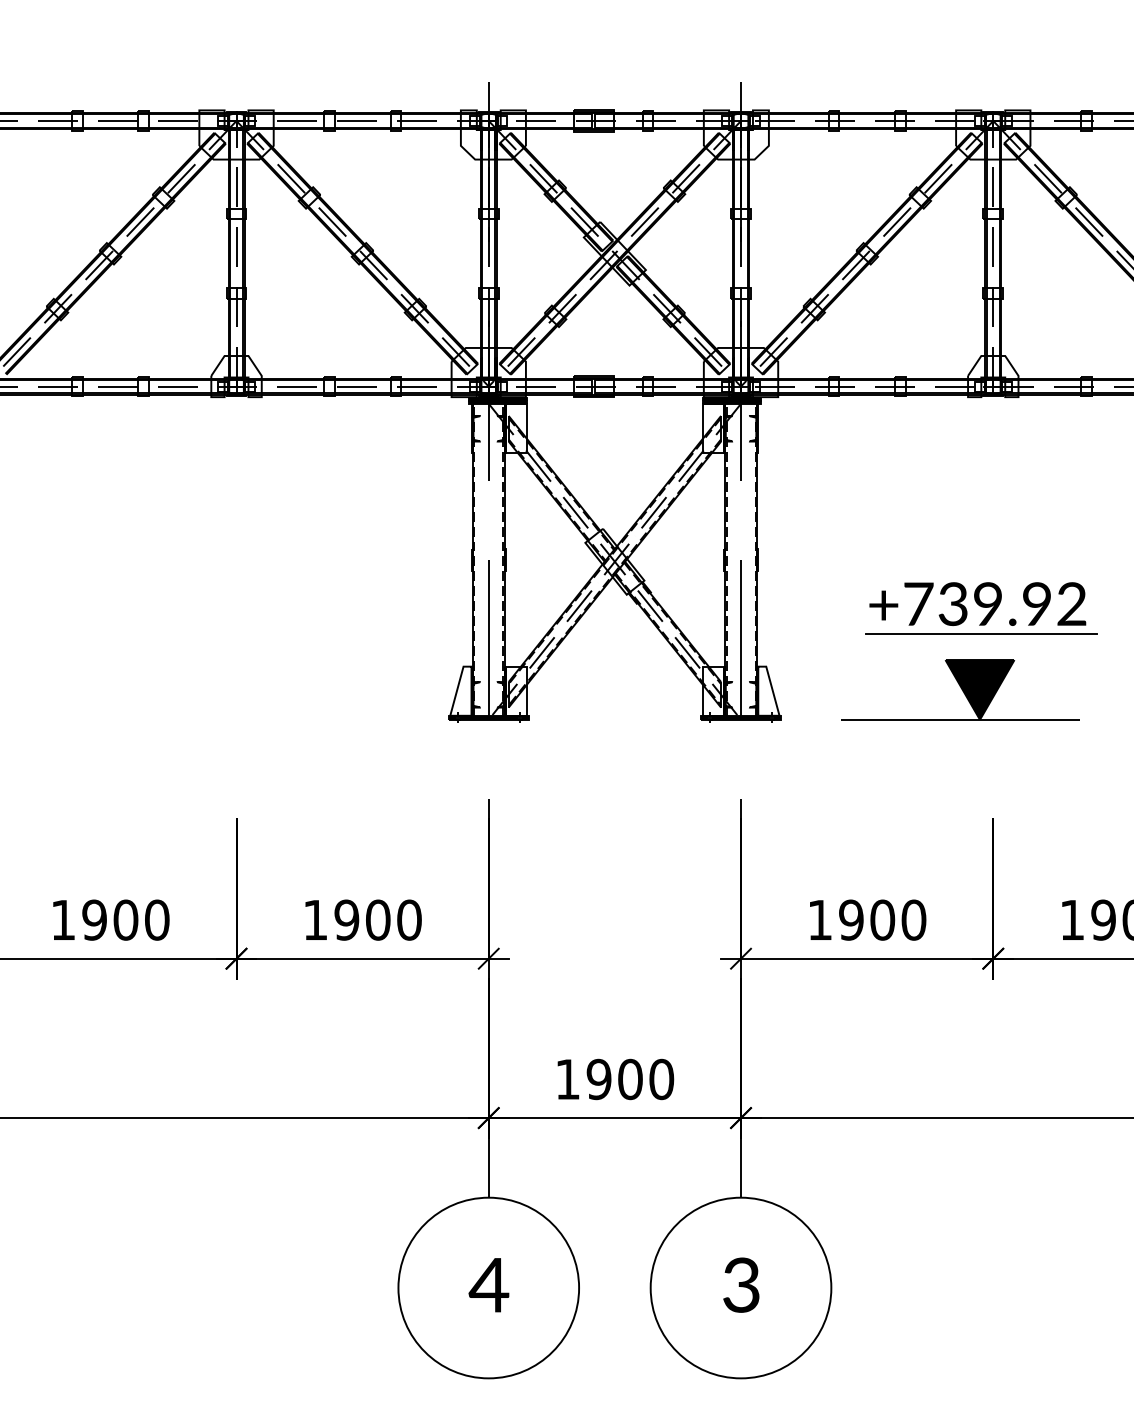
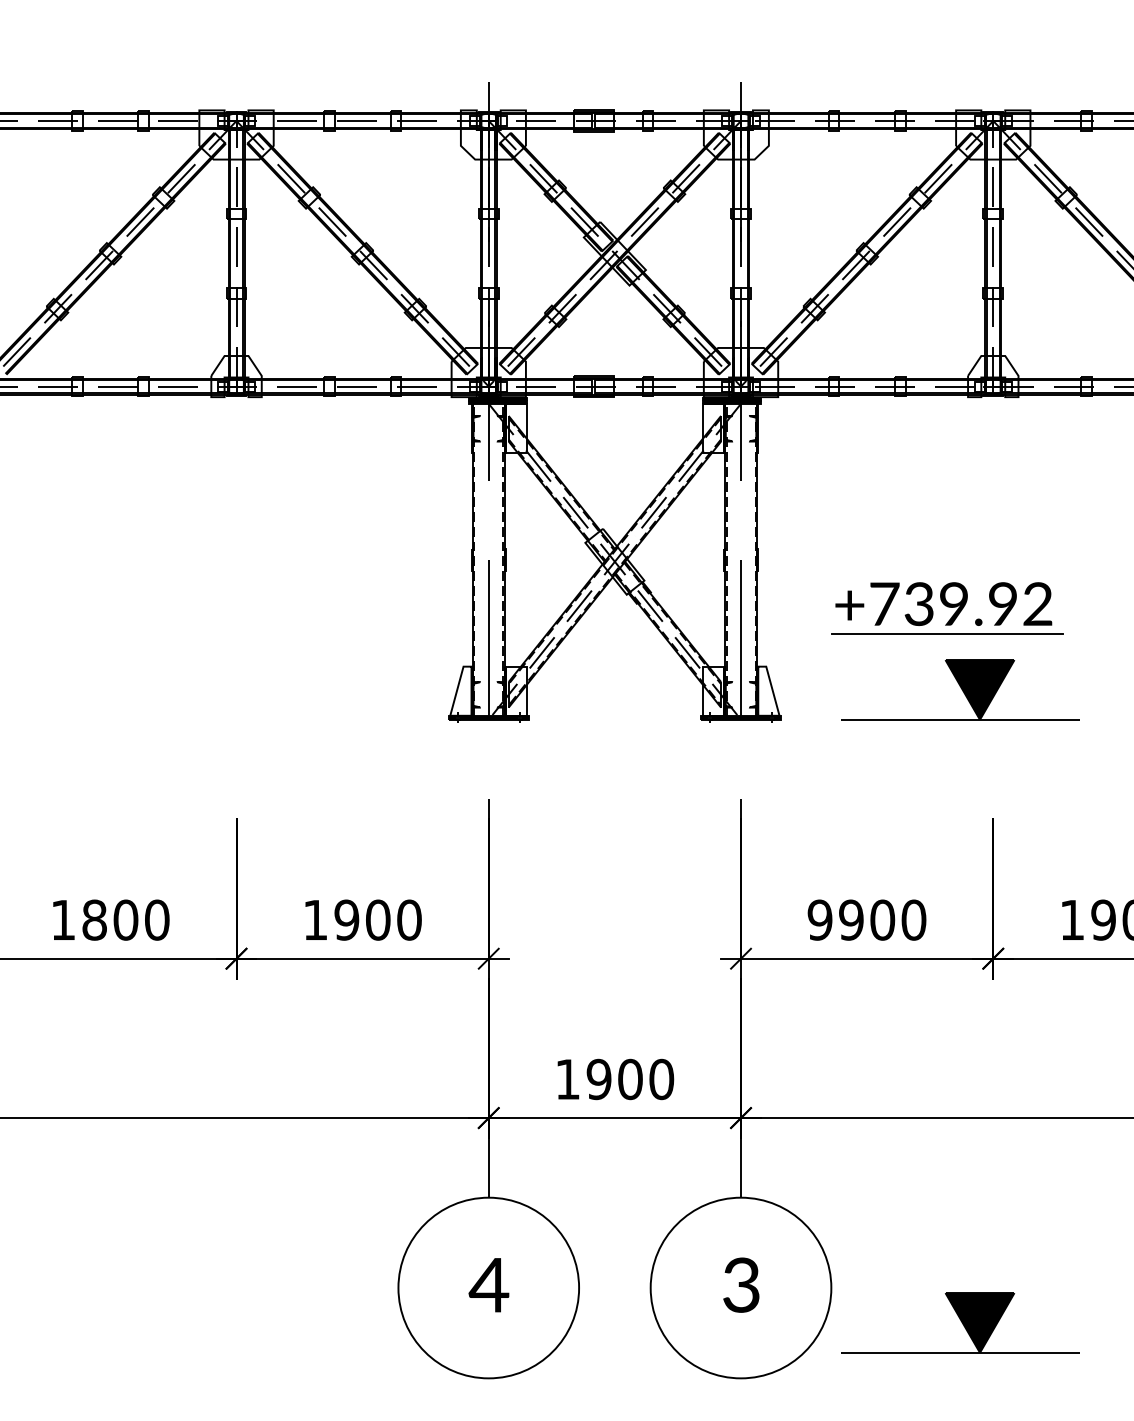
part at (981, 608) position: (981, 608) -> (947, 608)
text at (94, 919): 1900 -> 1800
text at (819, 919): 1900 -> 9900
part at (960, 1322): none -> present
